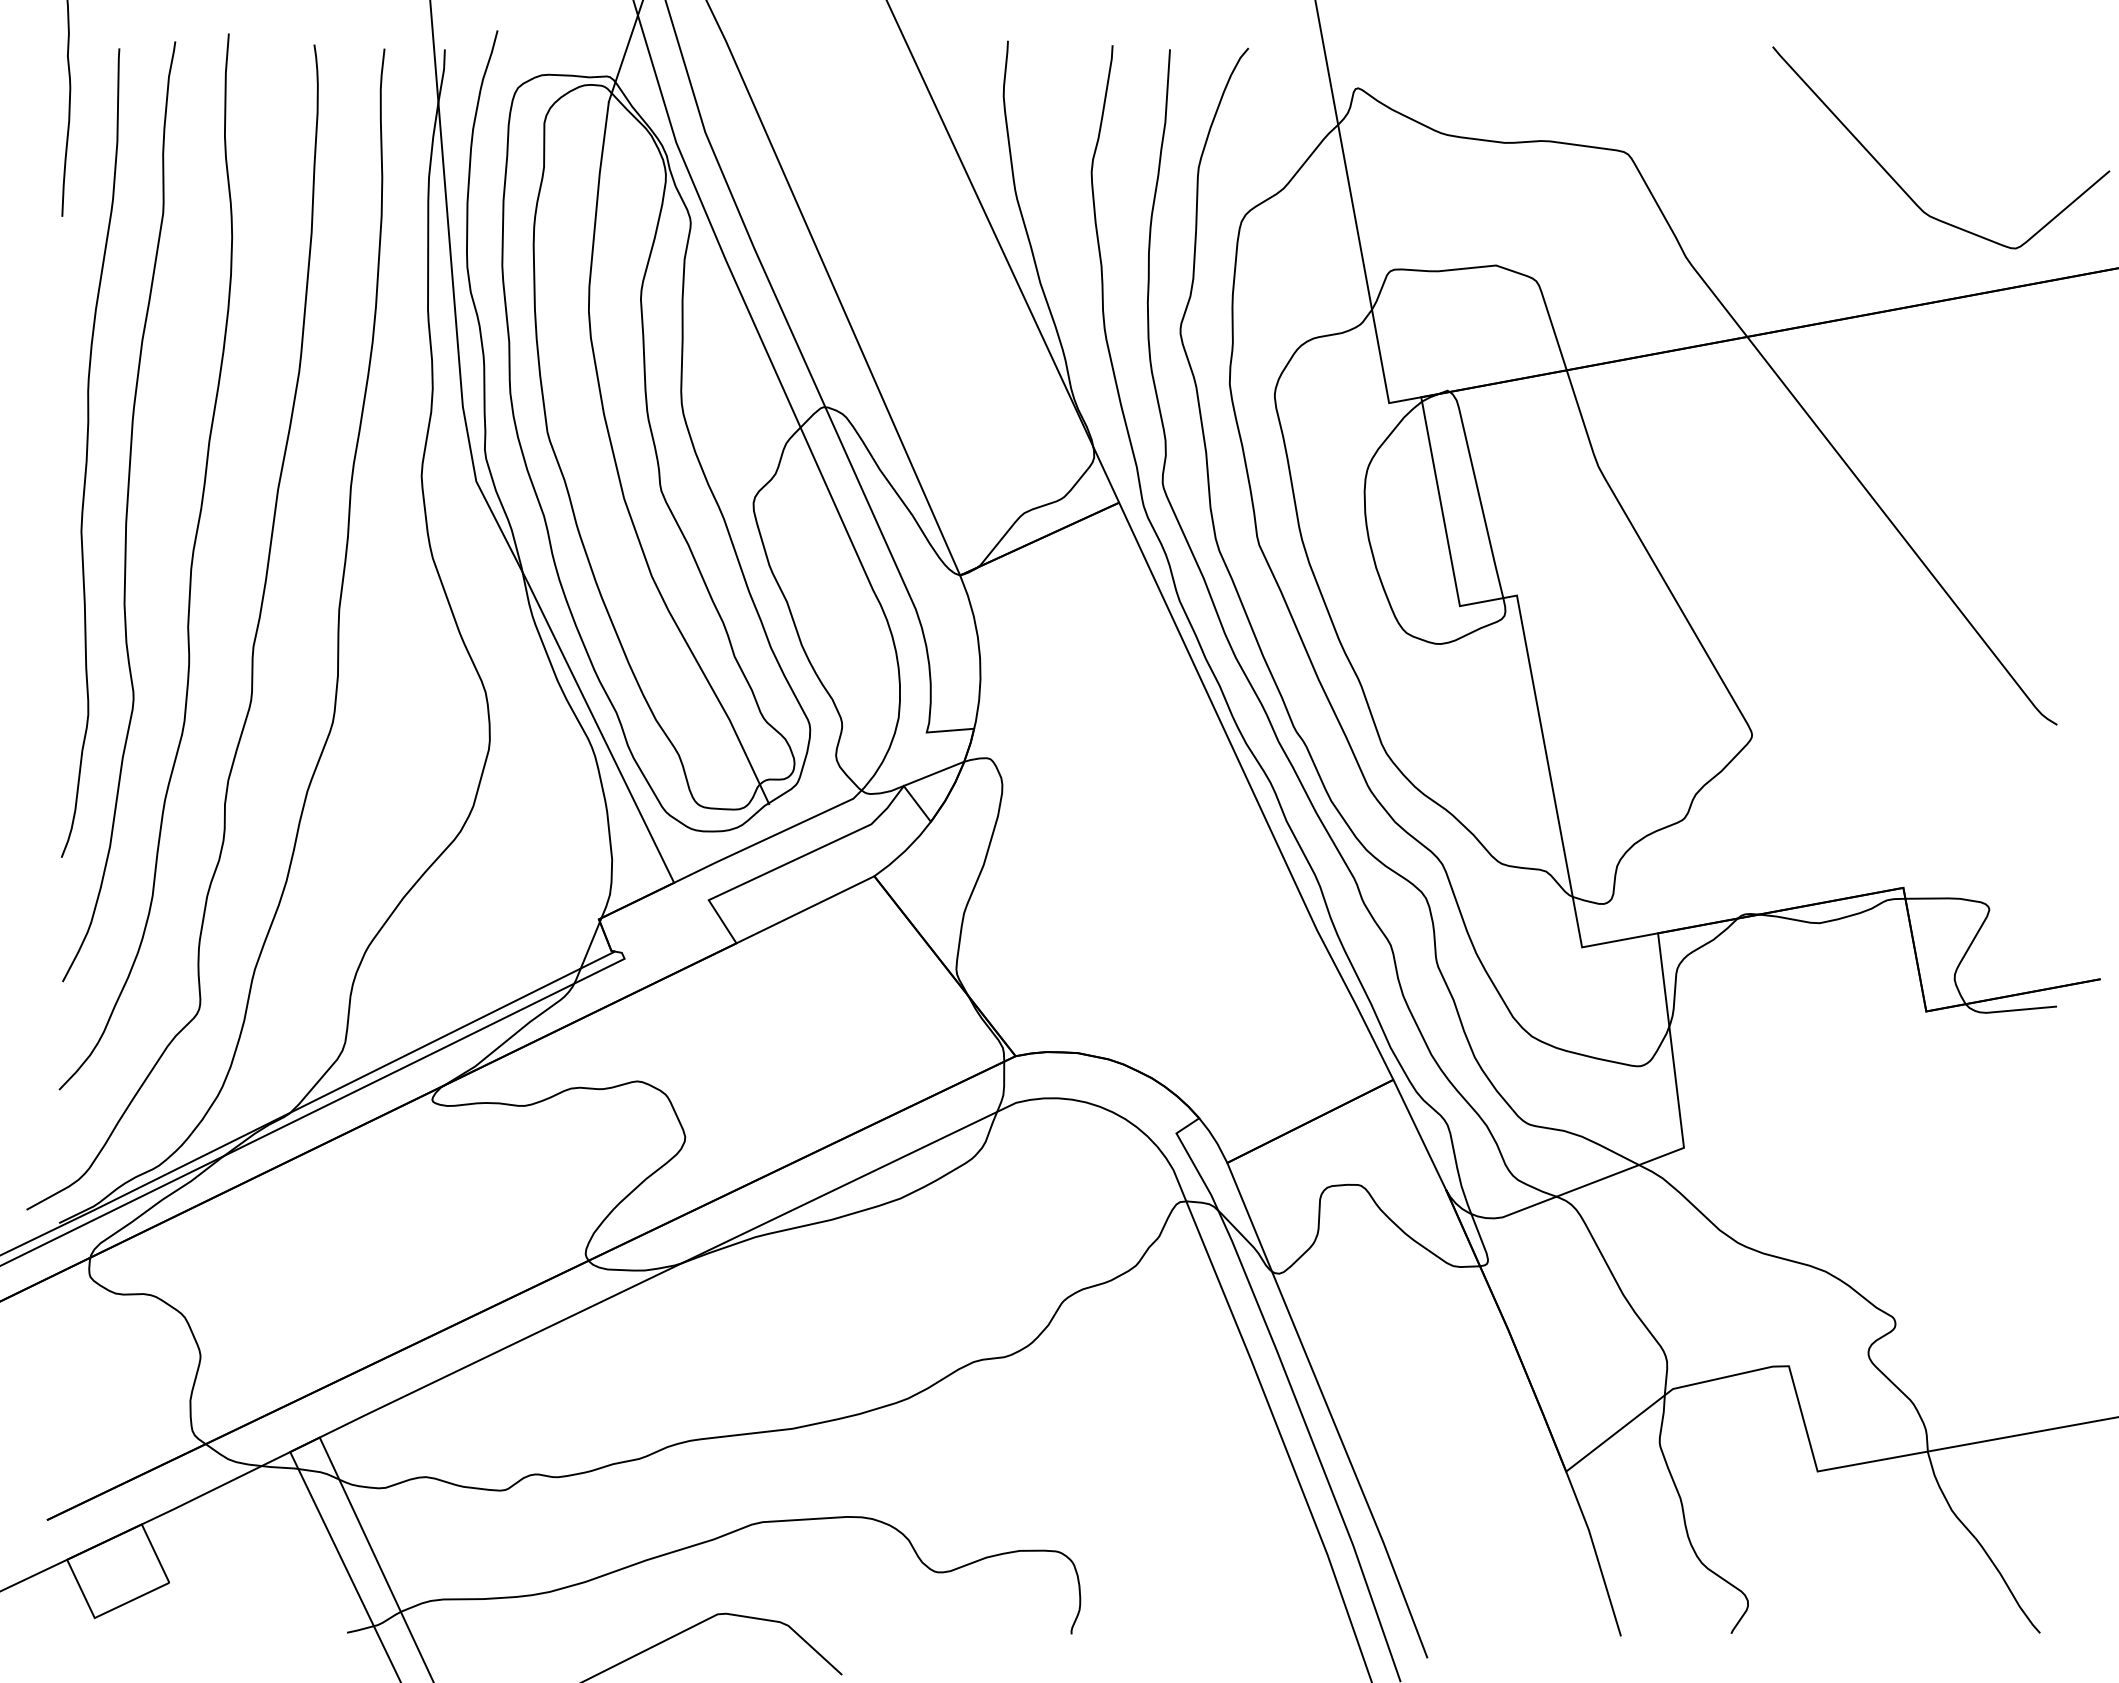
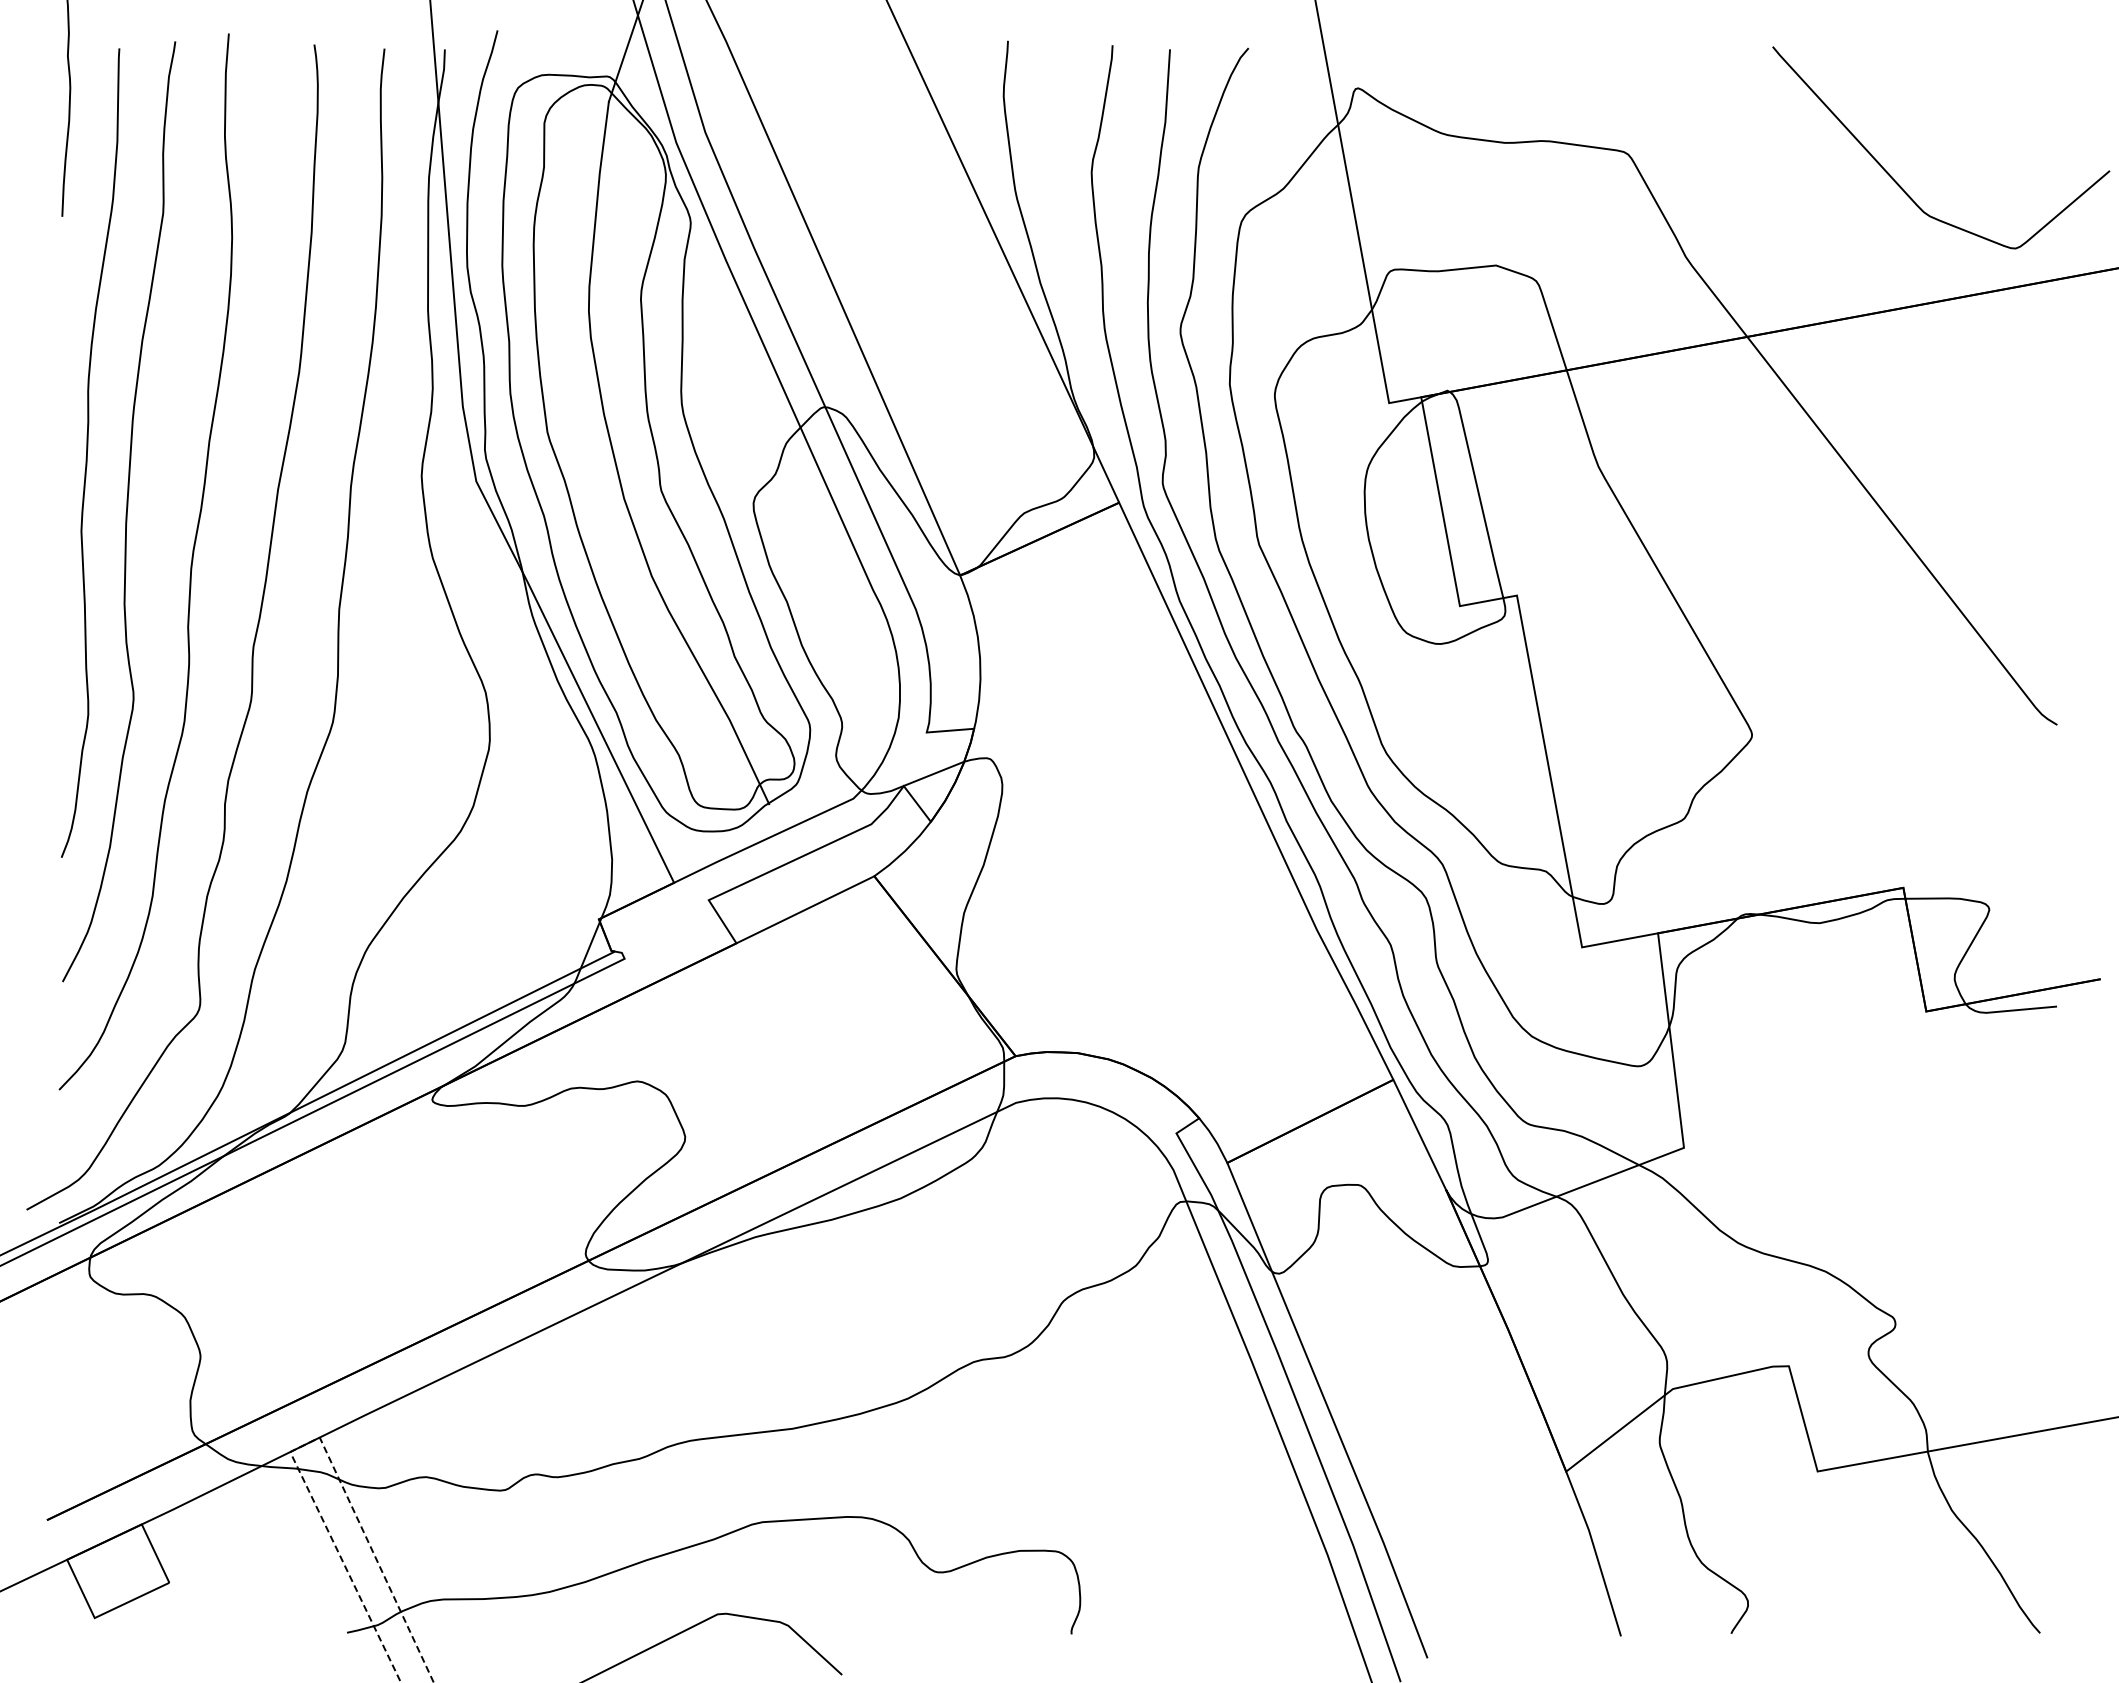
line at (311, 1441): solid -> dashed
